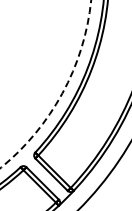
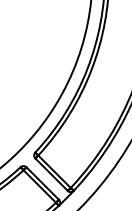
circle at (45, 84): dashed -> solid
